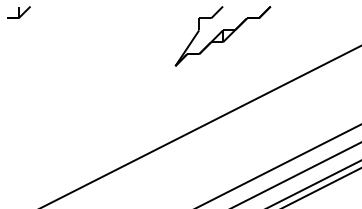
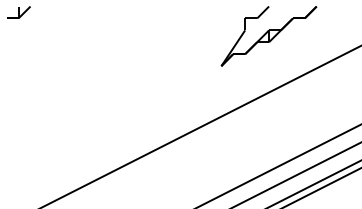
part at (222, 36) position: (222, 36) -> (268, 36)
